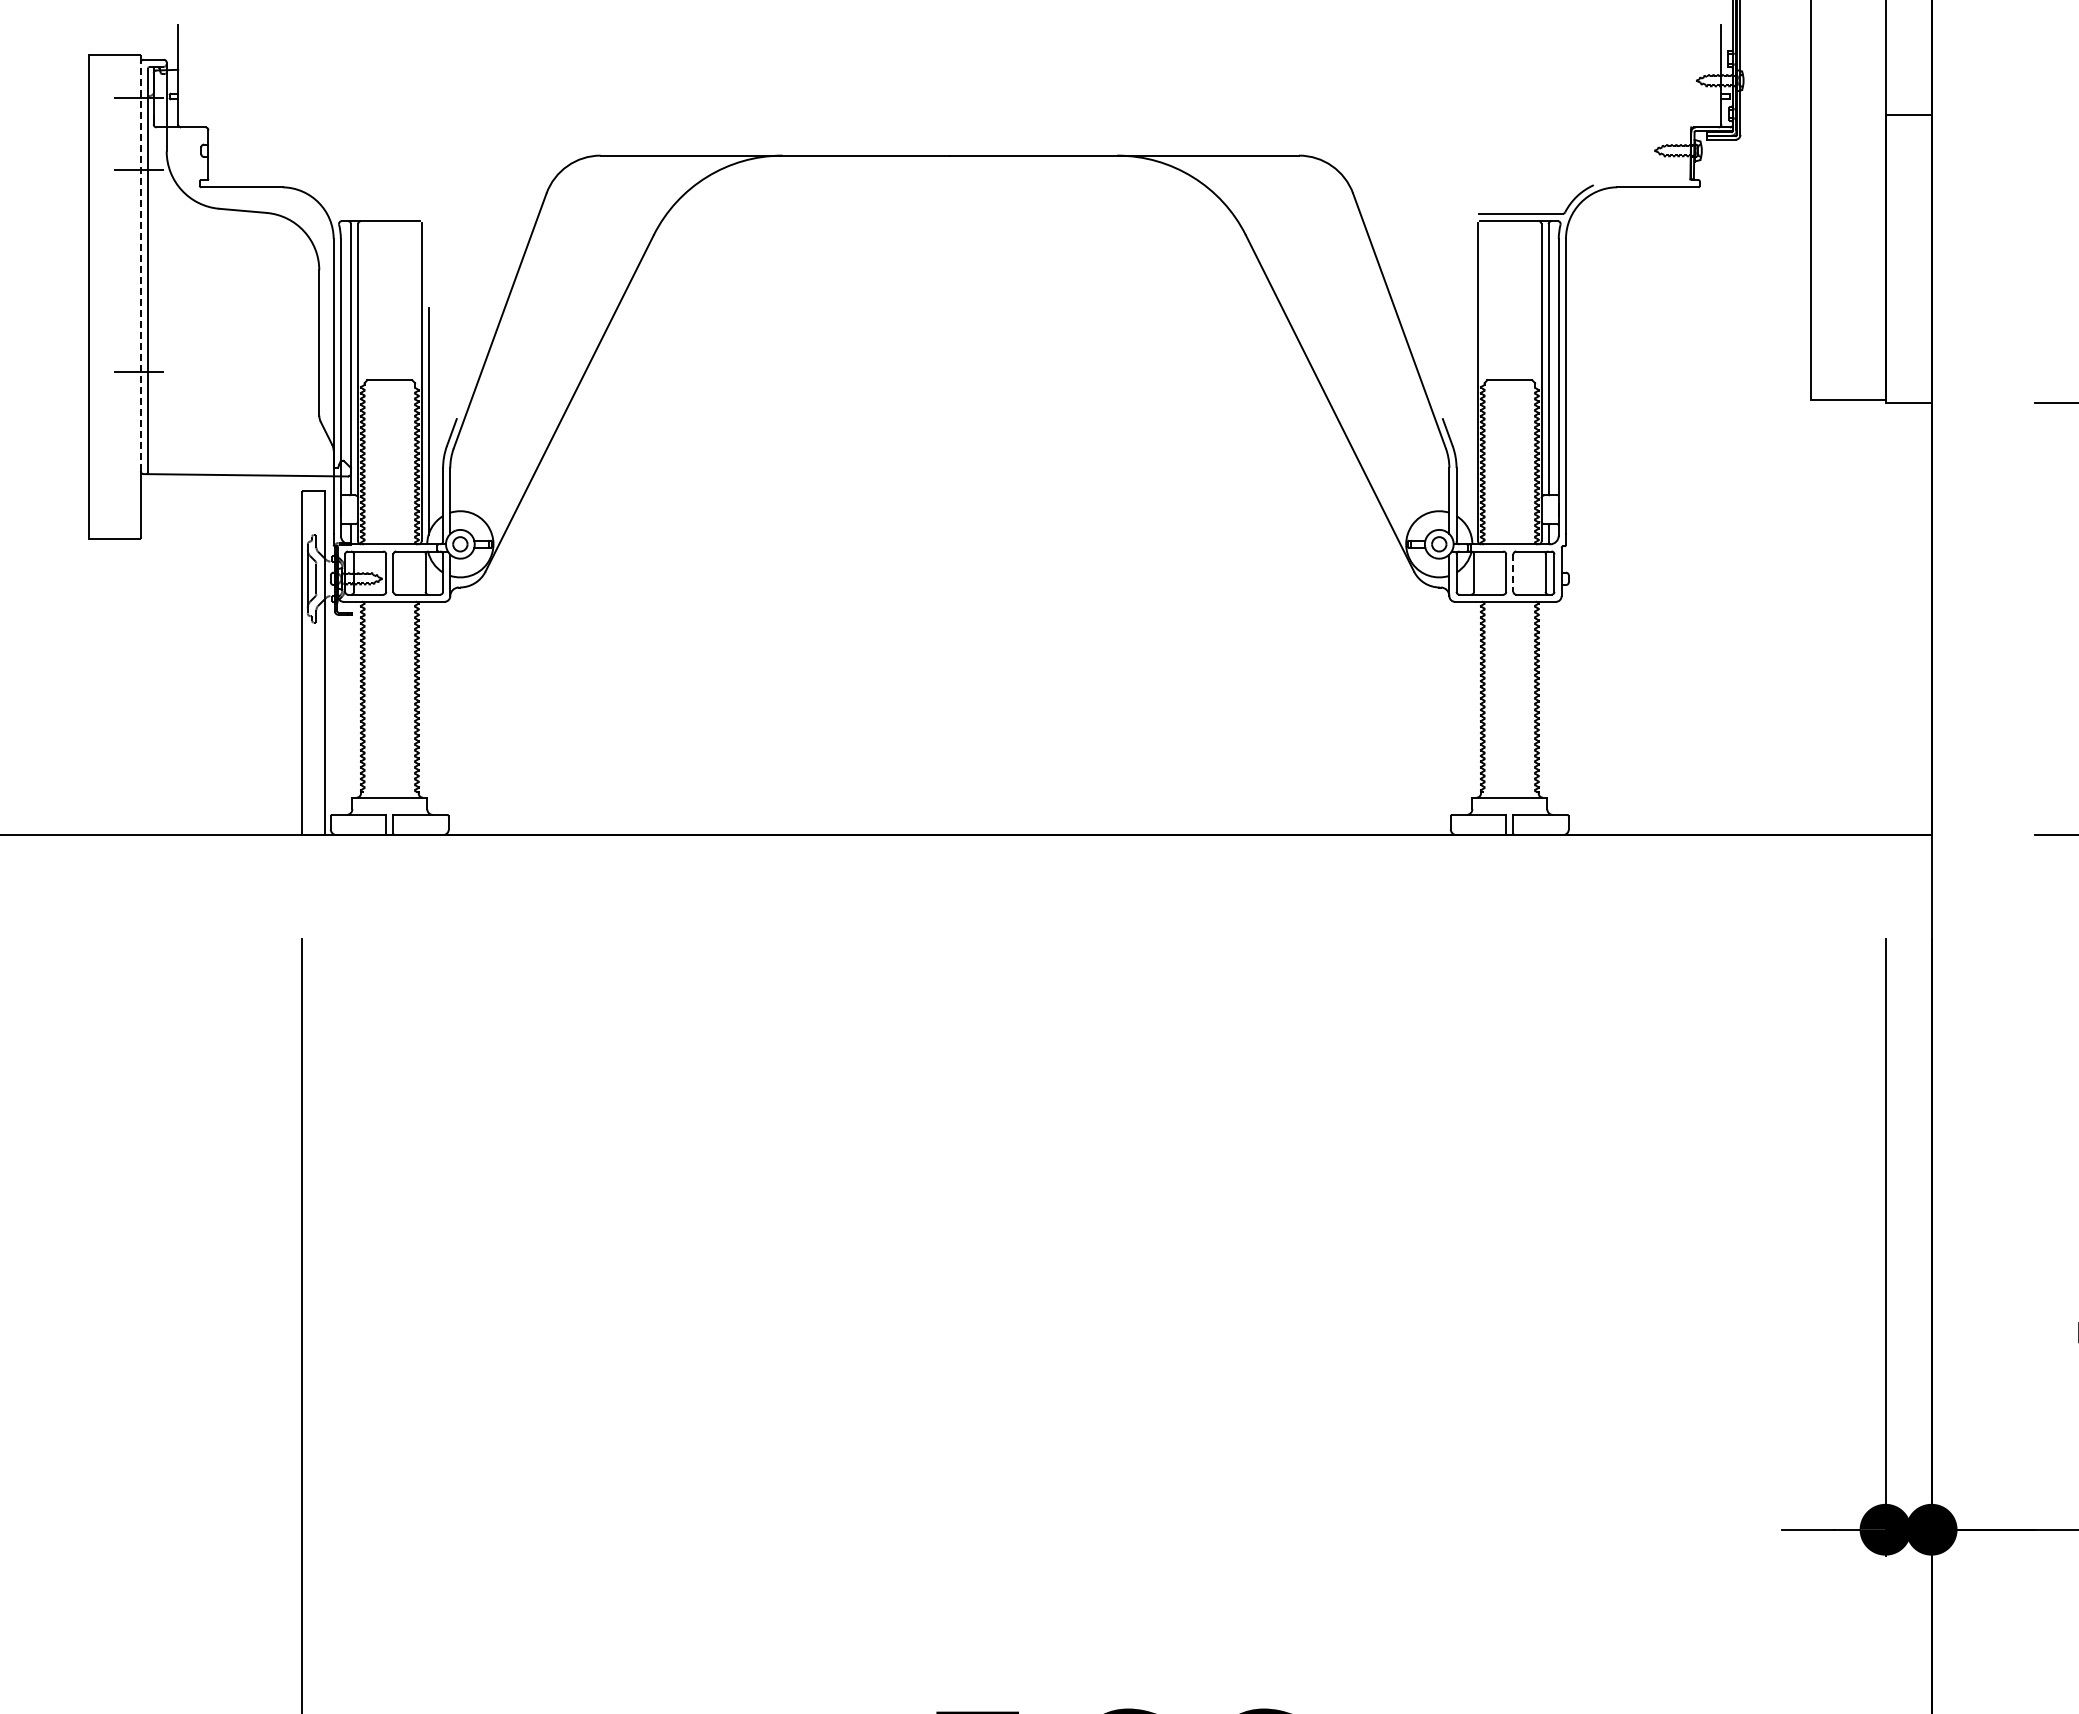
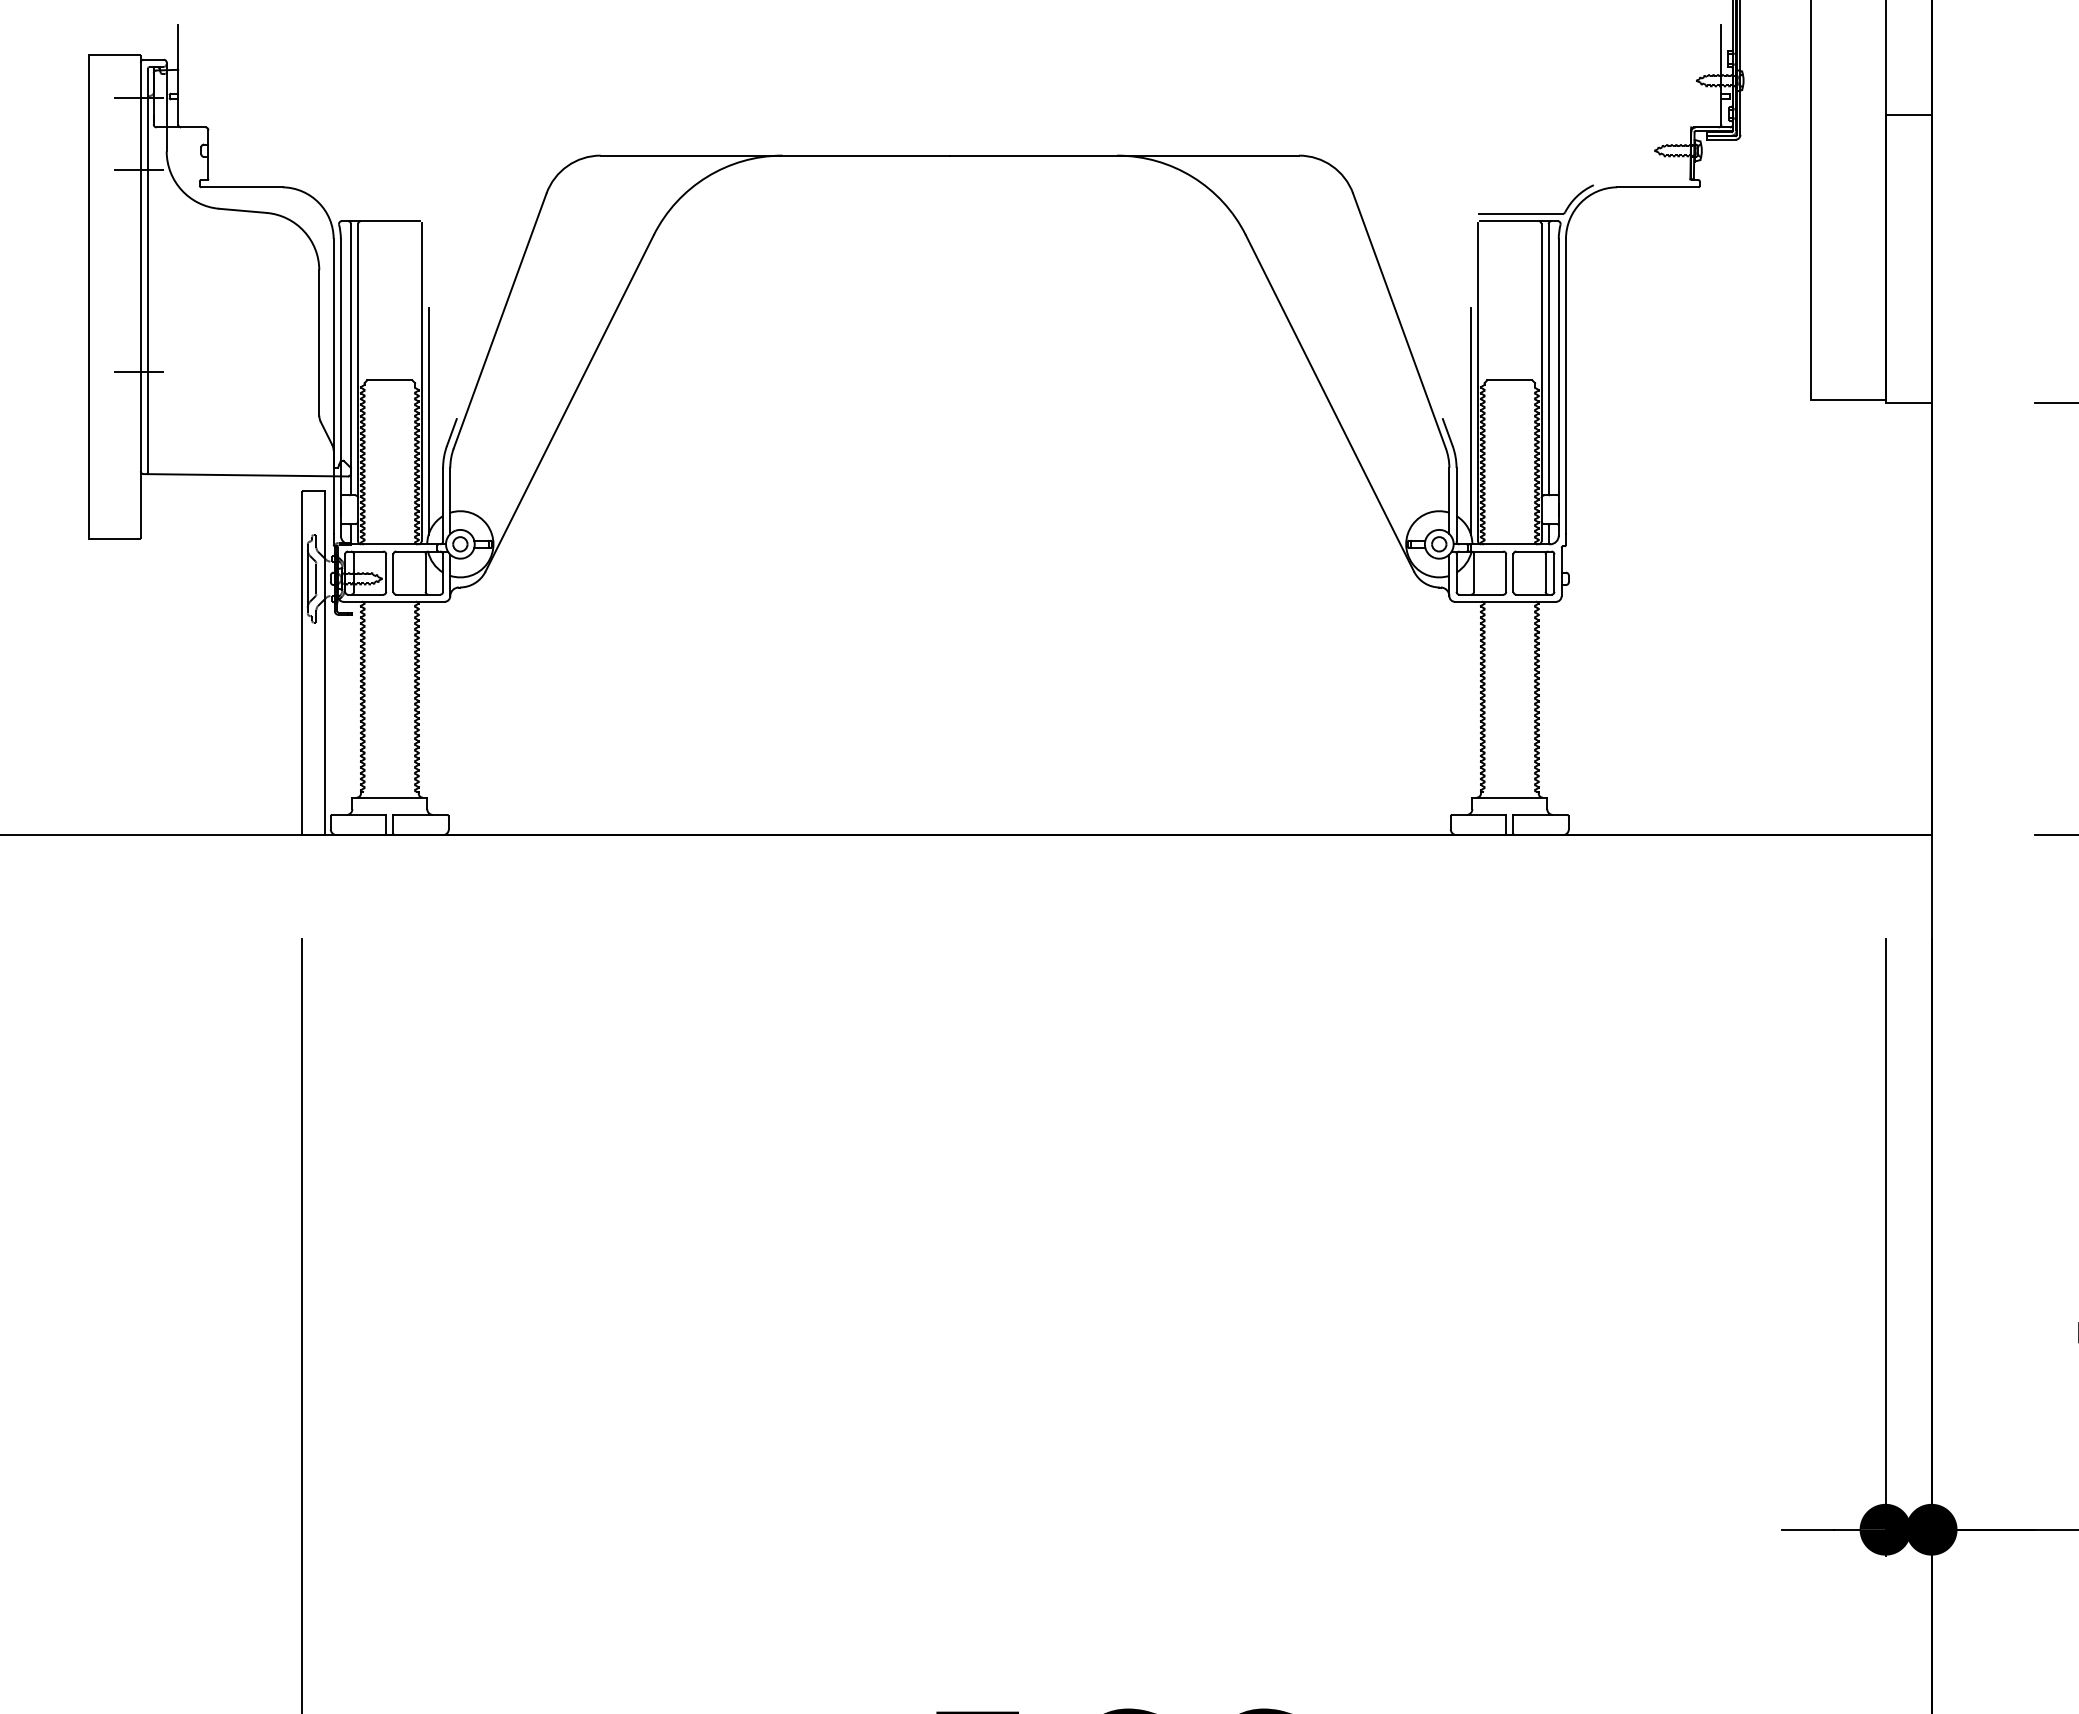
line at (140, 266): dashed -> solid
line at (1470, 421): none -> present
line at (1513, 573): dashed -> solid
